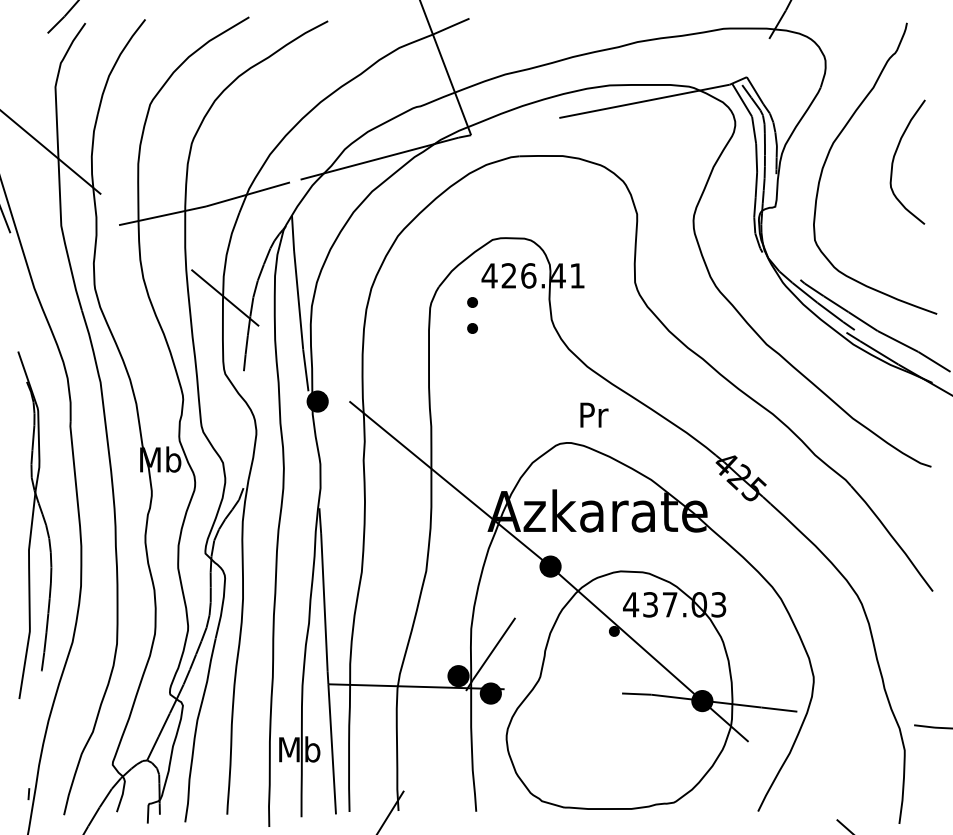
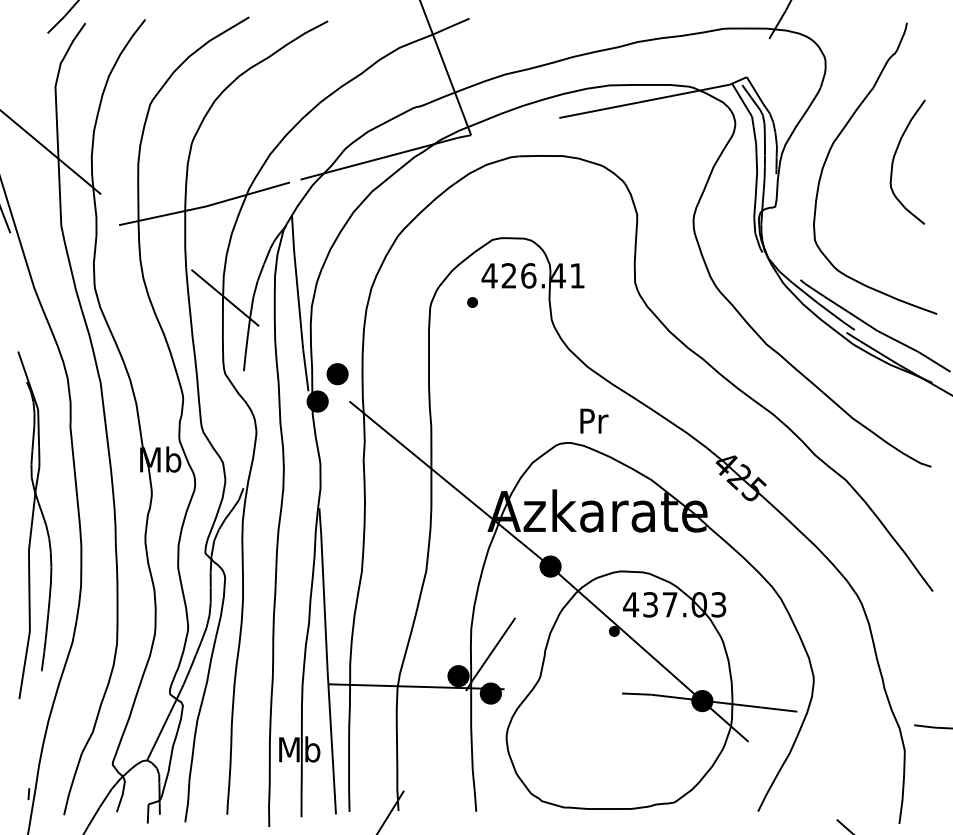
part at (472, 328): present -> none
part at (337, 374): none -> present
text at (594, 414) position: (594, 414) -> (594, 420)
